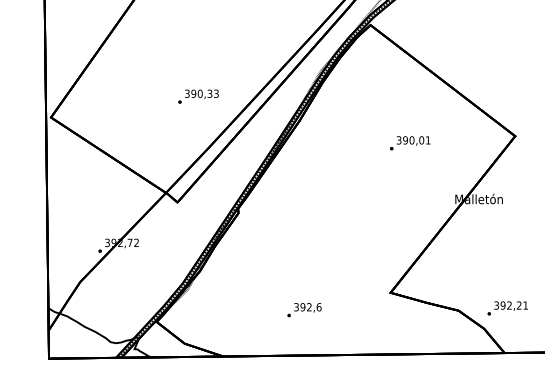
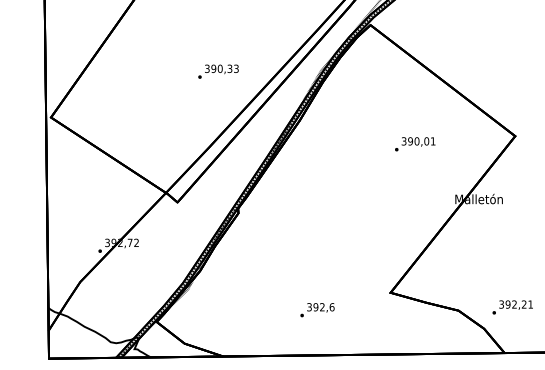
text at (198, 96) position: (198, 96) -> (218, 71)
text at (410, 143) position: (410, 143) -> (415, 144)
text at (507, 308) position: (507, 308) -> (512, 307)
text at (304, 310) position: (304, 310) -> (317, 310)
